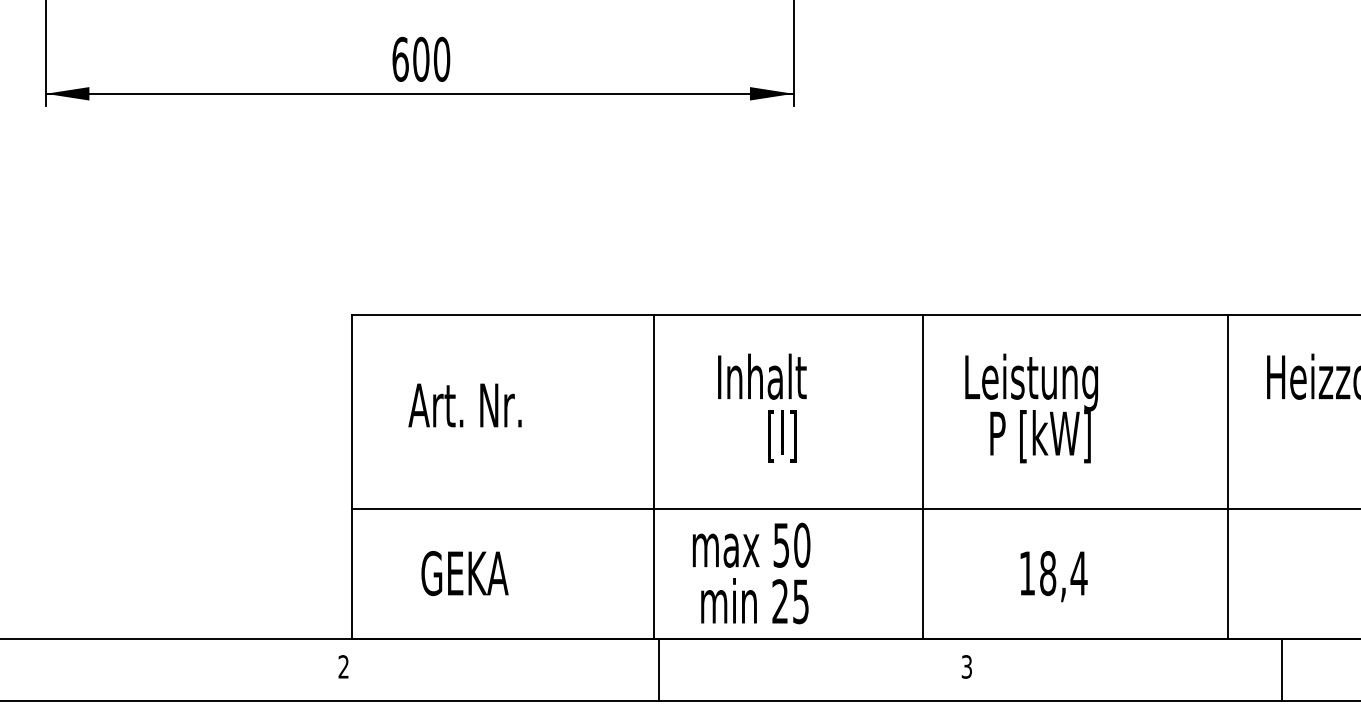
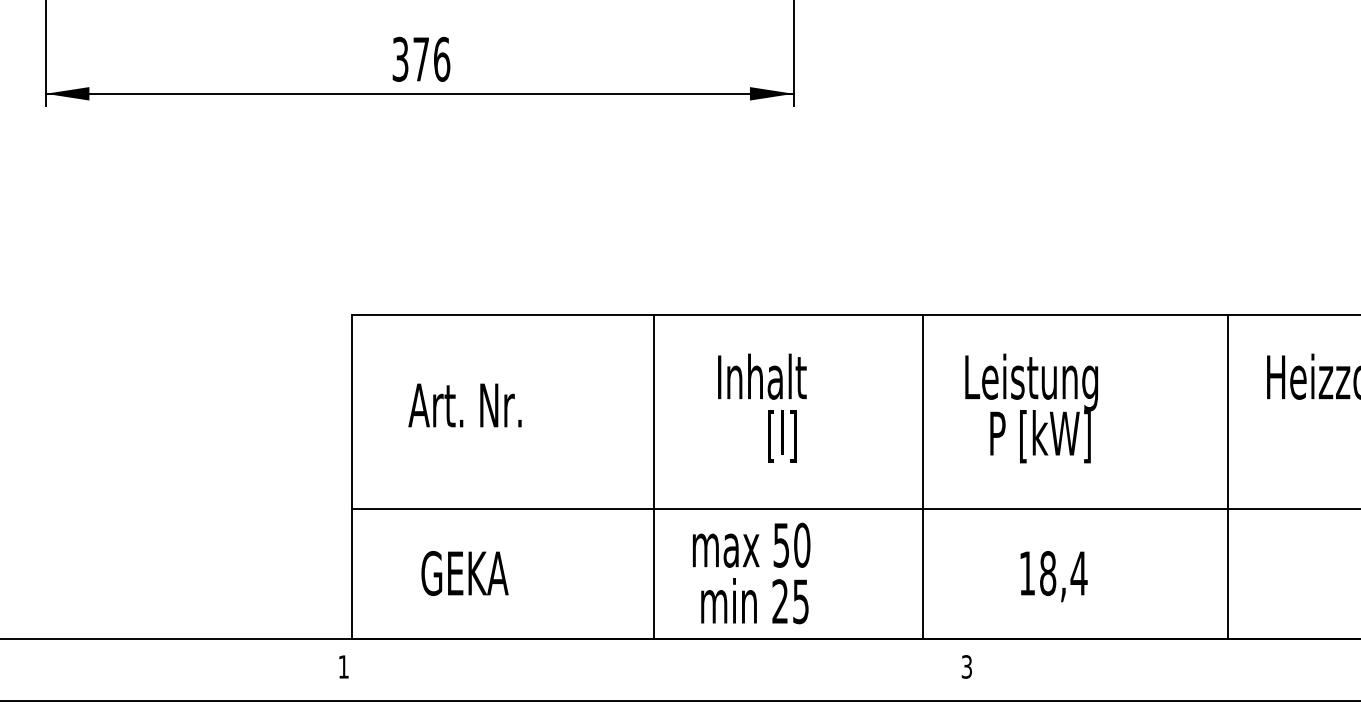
text at (421, 58): 600 -> 376
text at (343, 666): 2 -> 1
line at (658, 669): present -> none
line at (1282, 669): present -> none
